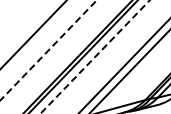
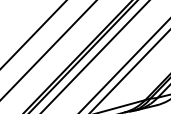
line at (49, 49): dashed -> solid
line at (94, 57): dashed -> solid
